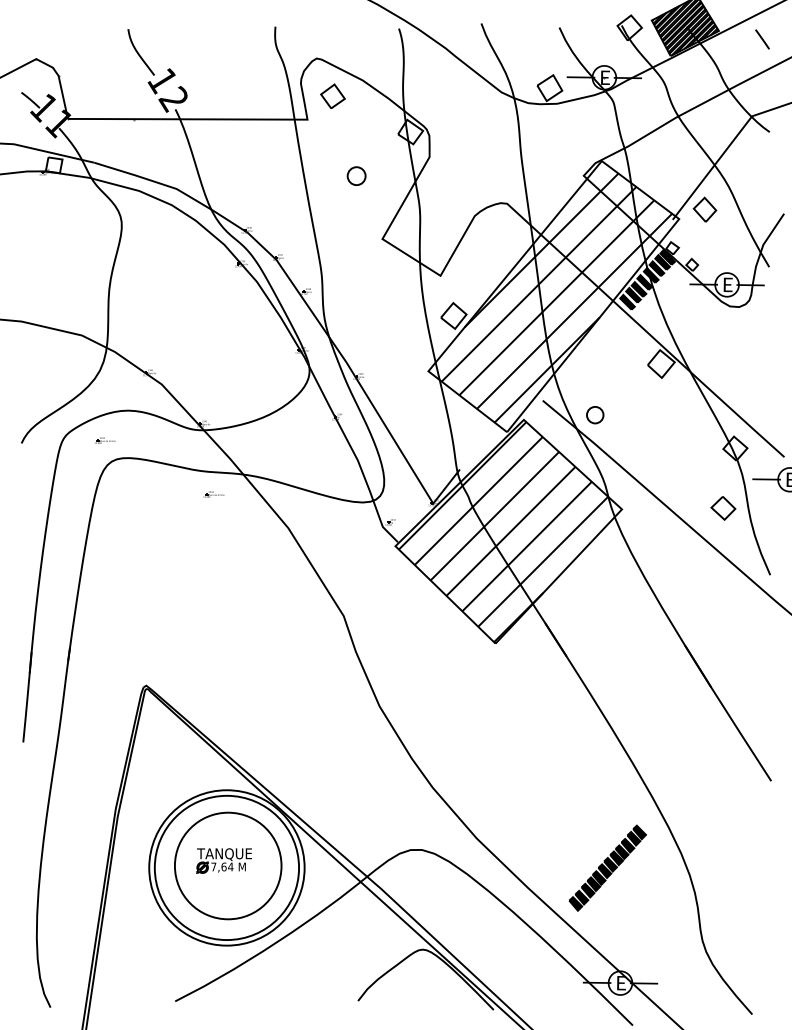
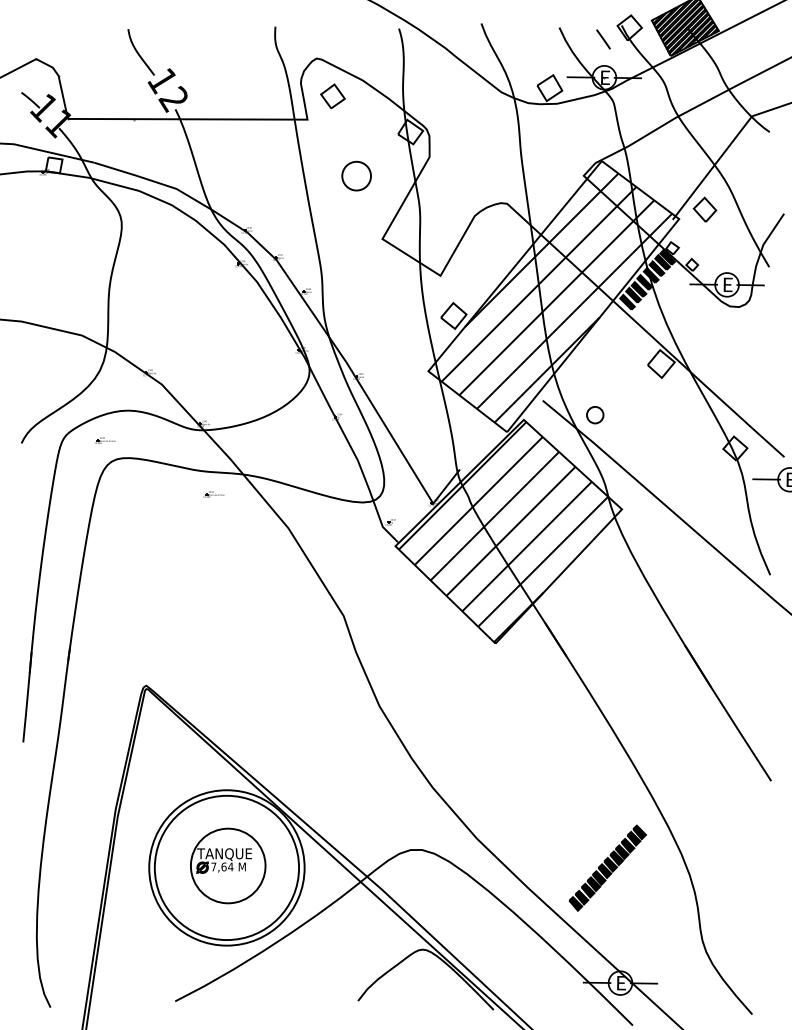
line at (762, 39) position: (762, 39) -> (603, 39)
circle at (356, 176) diameter: 18 px -> 29 px
part at (723, 508): present -> none
circle at (227, 865) diameter: 107 px -> 75 px
